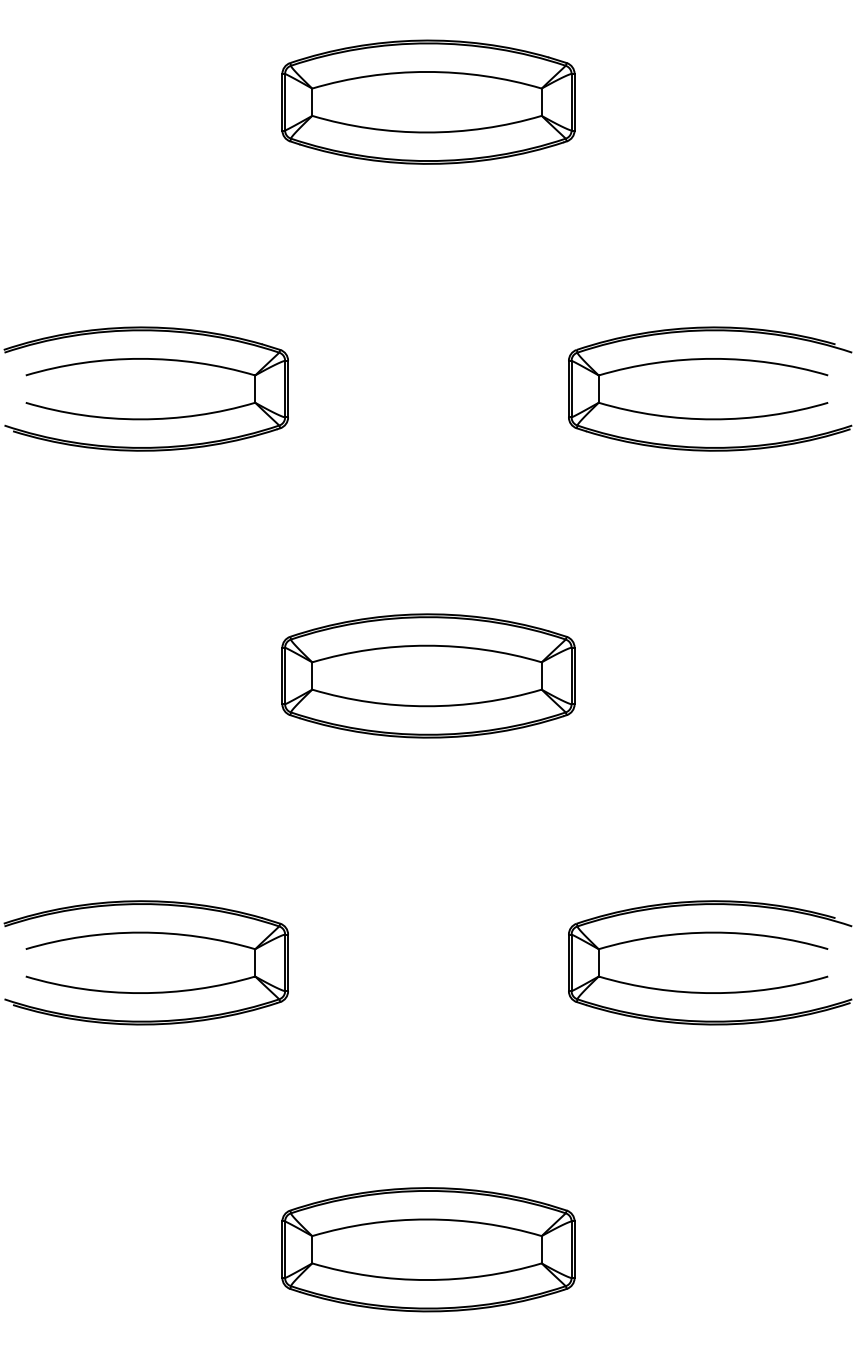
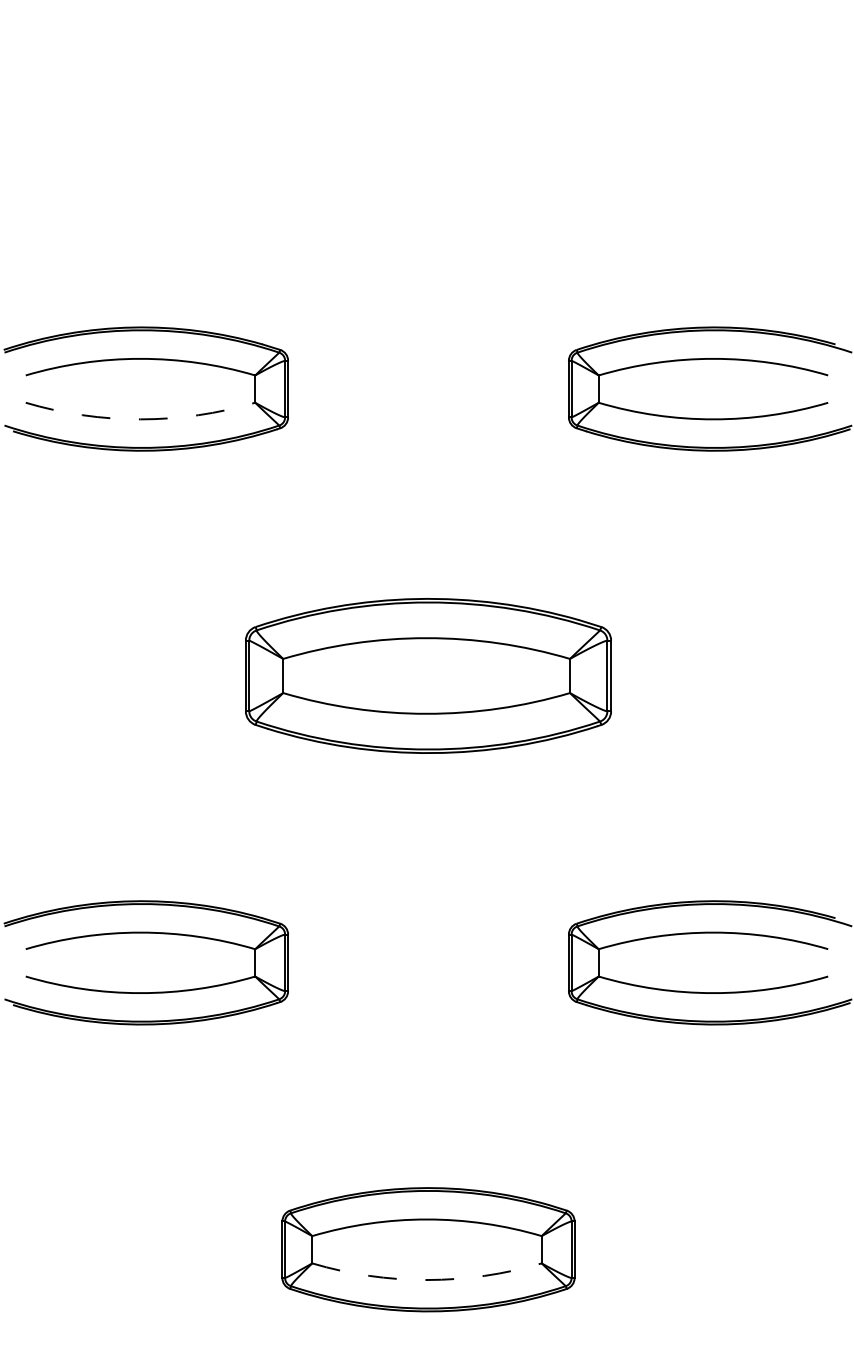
part at (428, 101): present -> none
arc at (140, 419): solid -> dashed
part at (428, 675) size: 295x126 px -> 367x156 px
arc at (426, 1280): solid -> dashed
